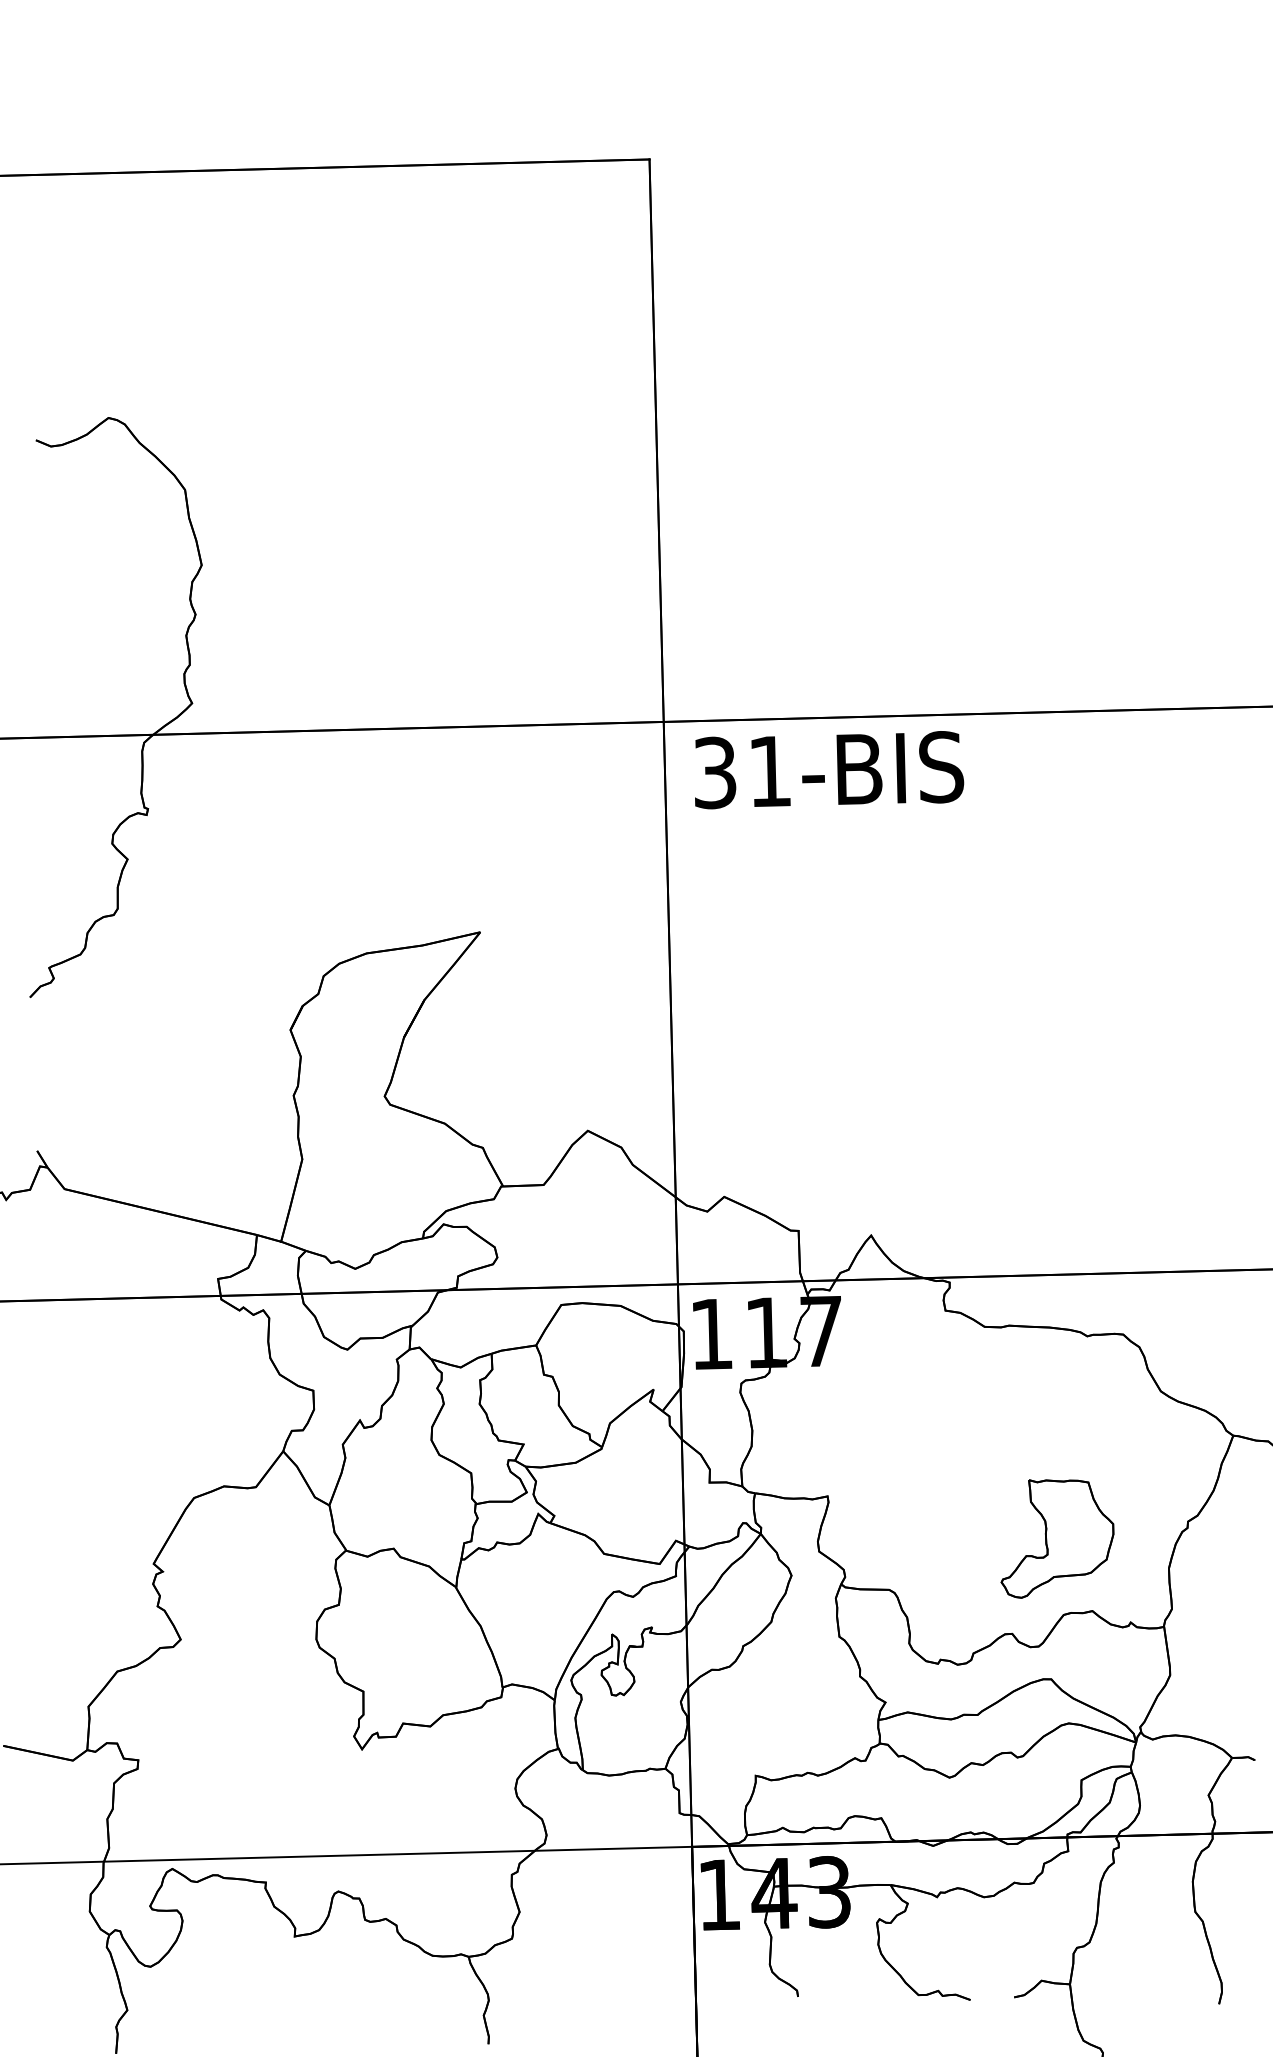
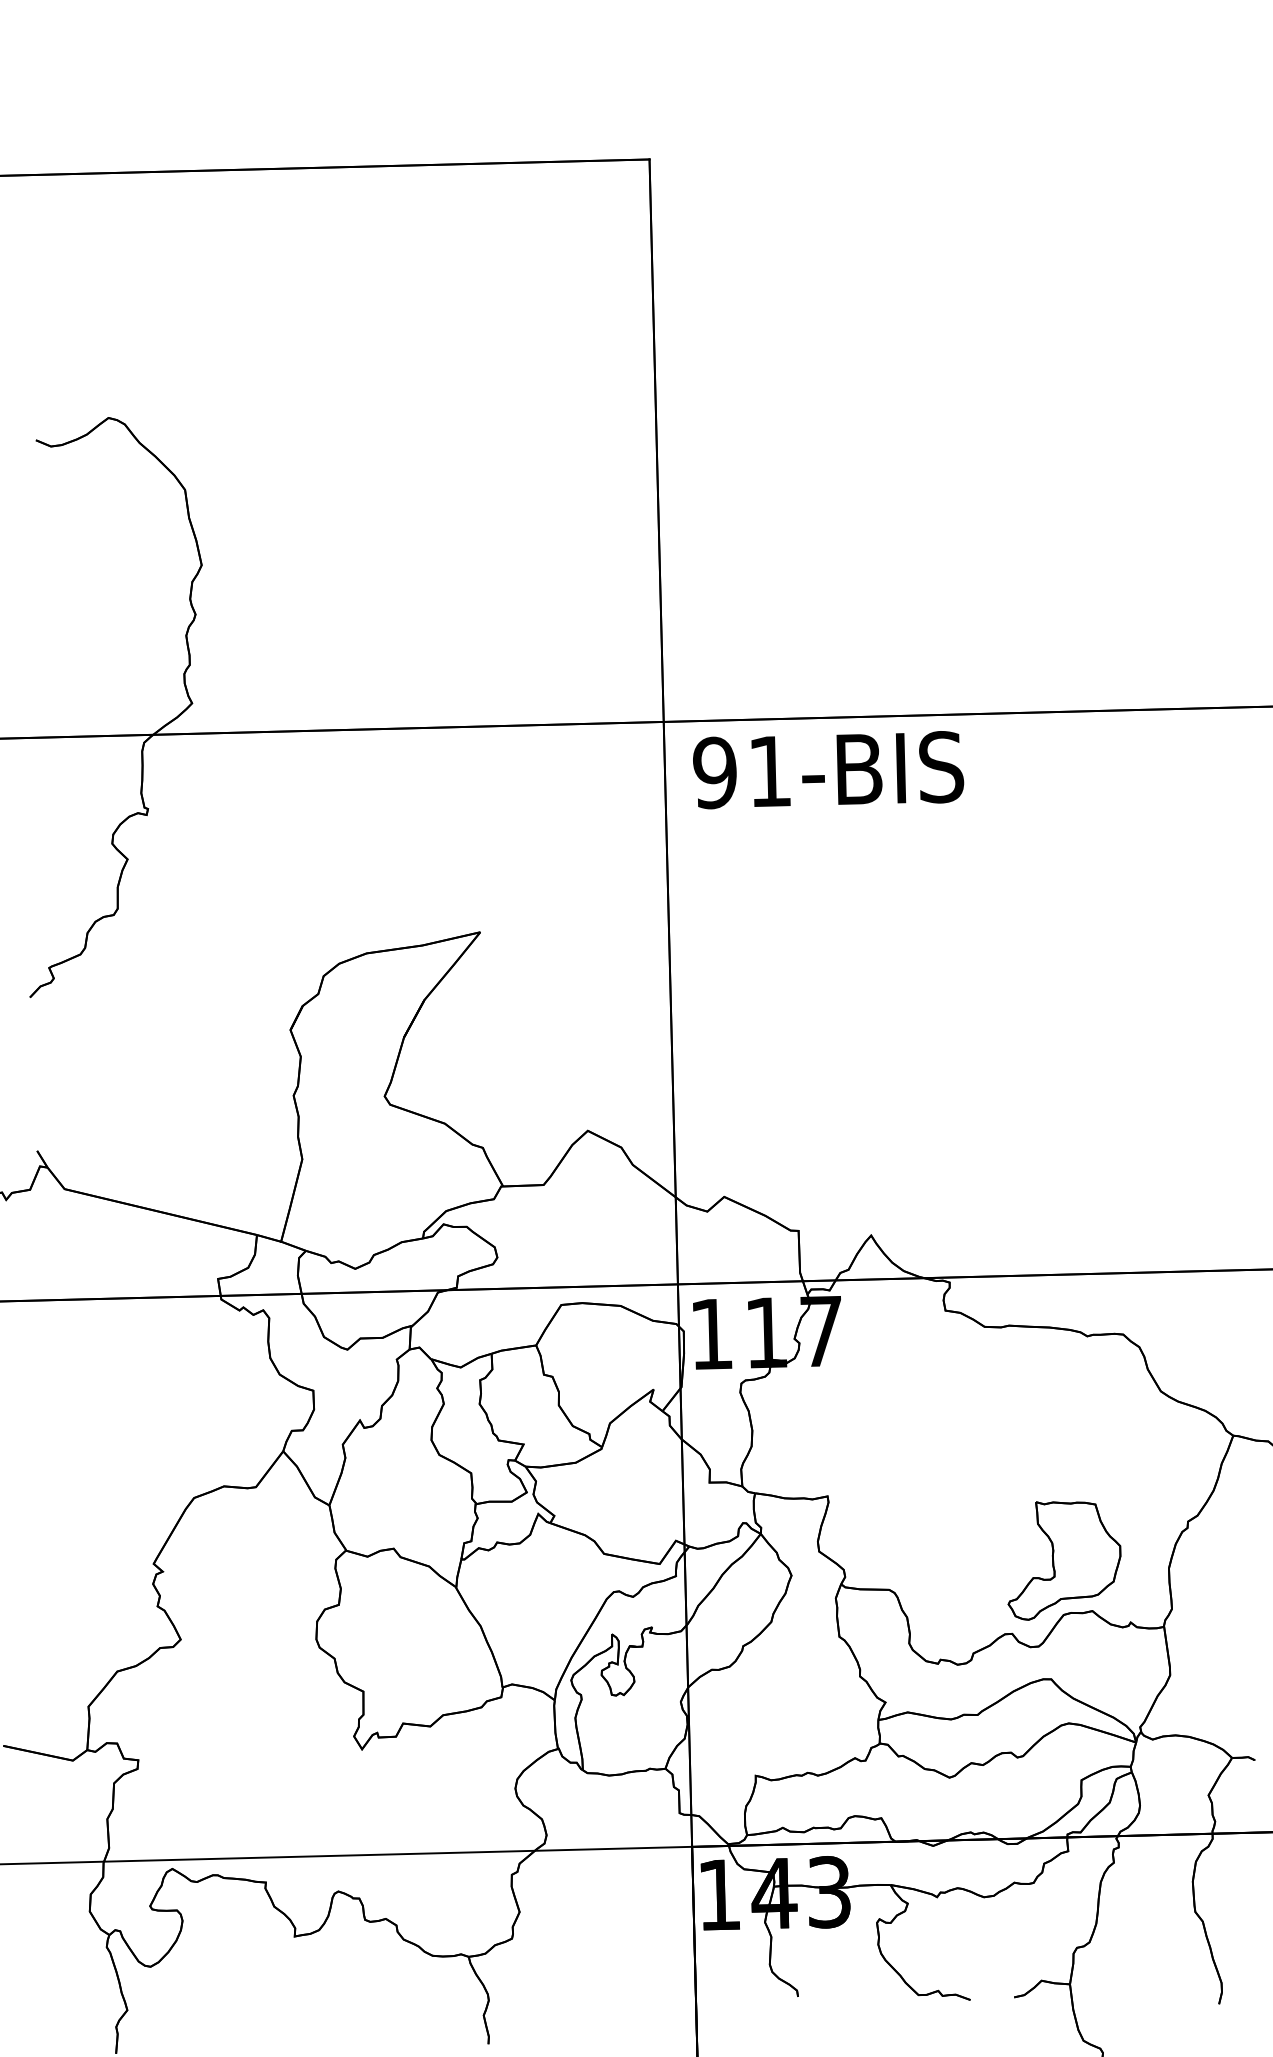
text at (714, 772): 31-BIS -> 91-BIS
part at (1057, 1538) position: (1057, 1538) -> (1064, 1560)
